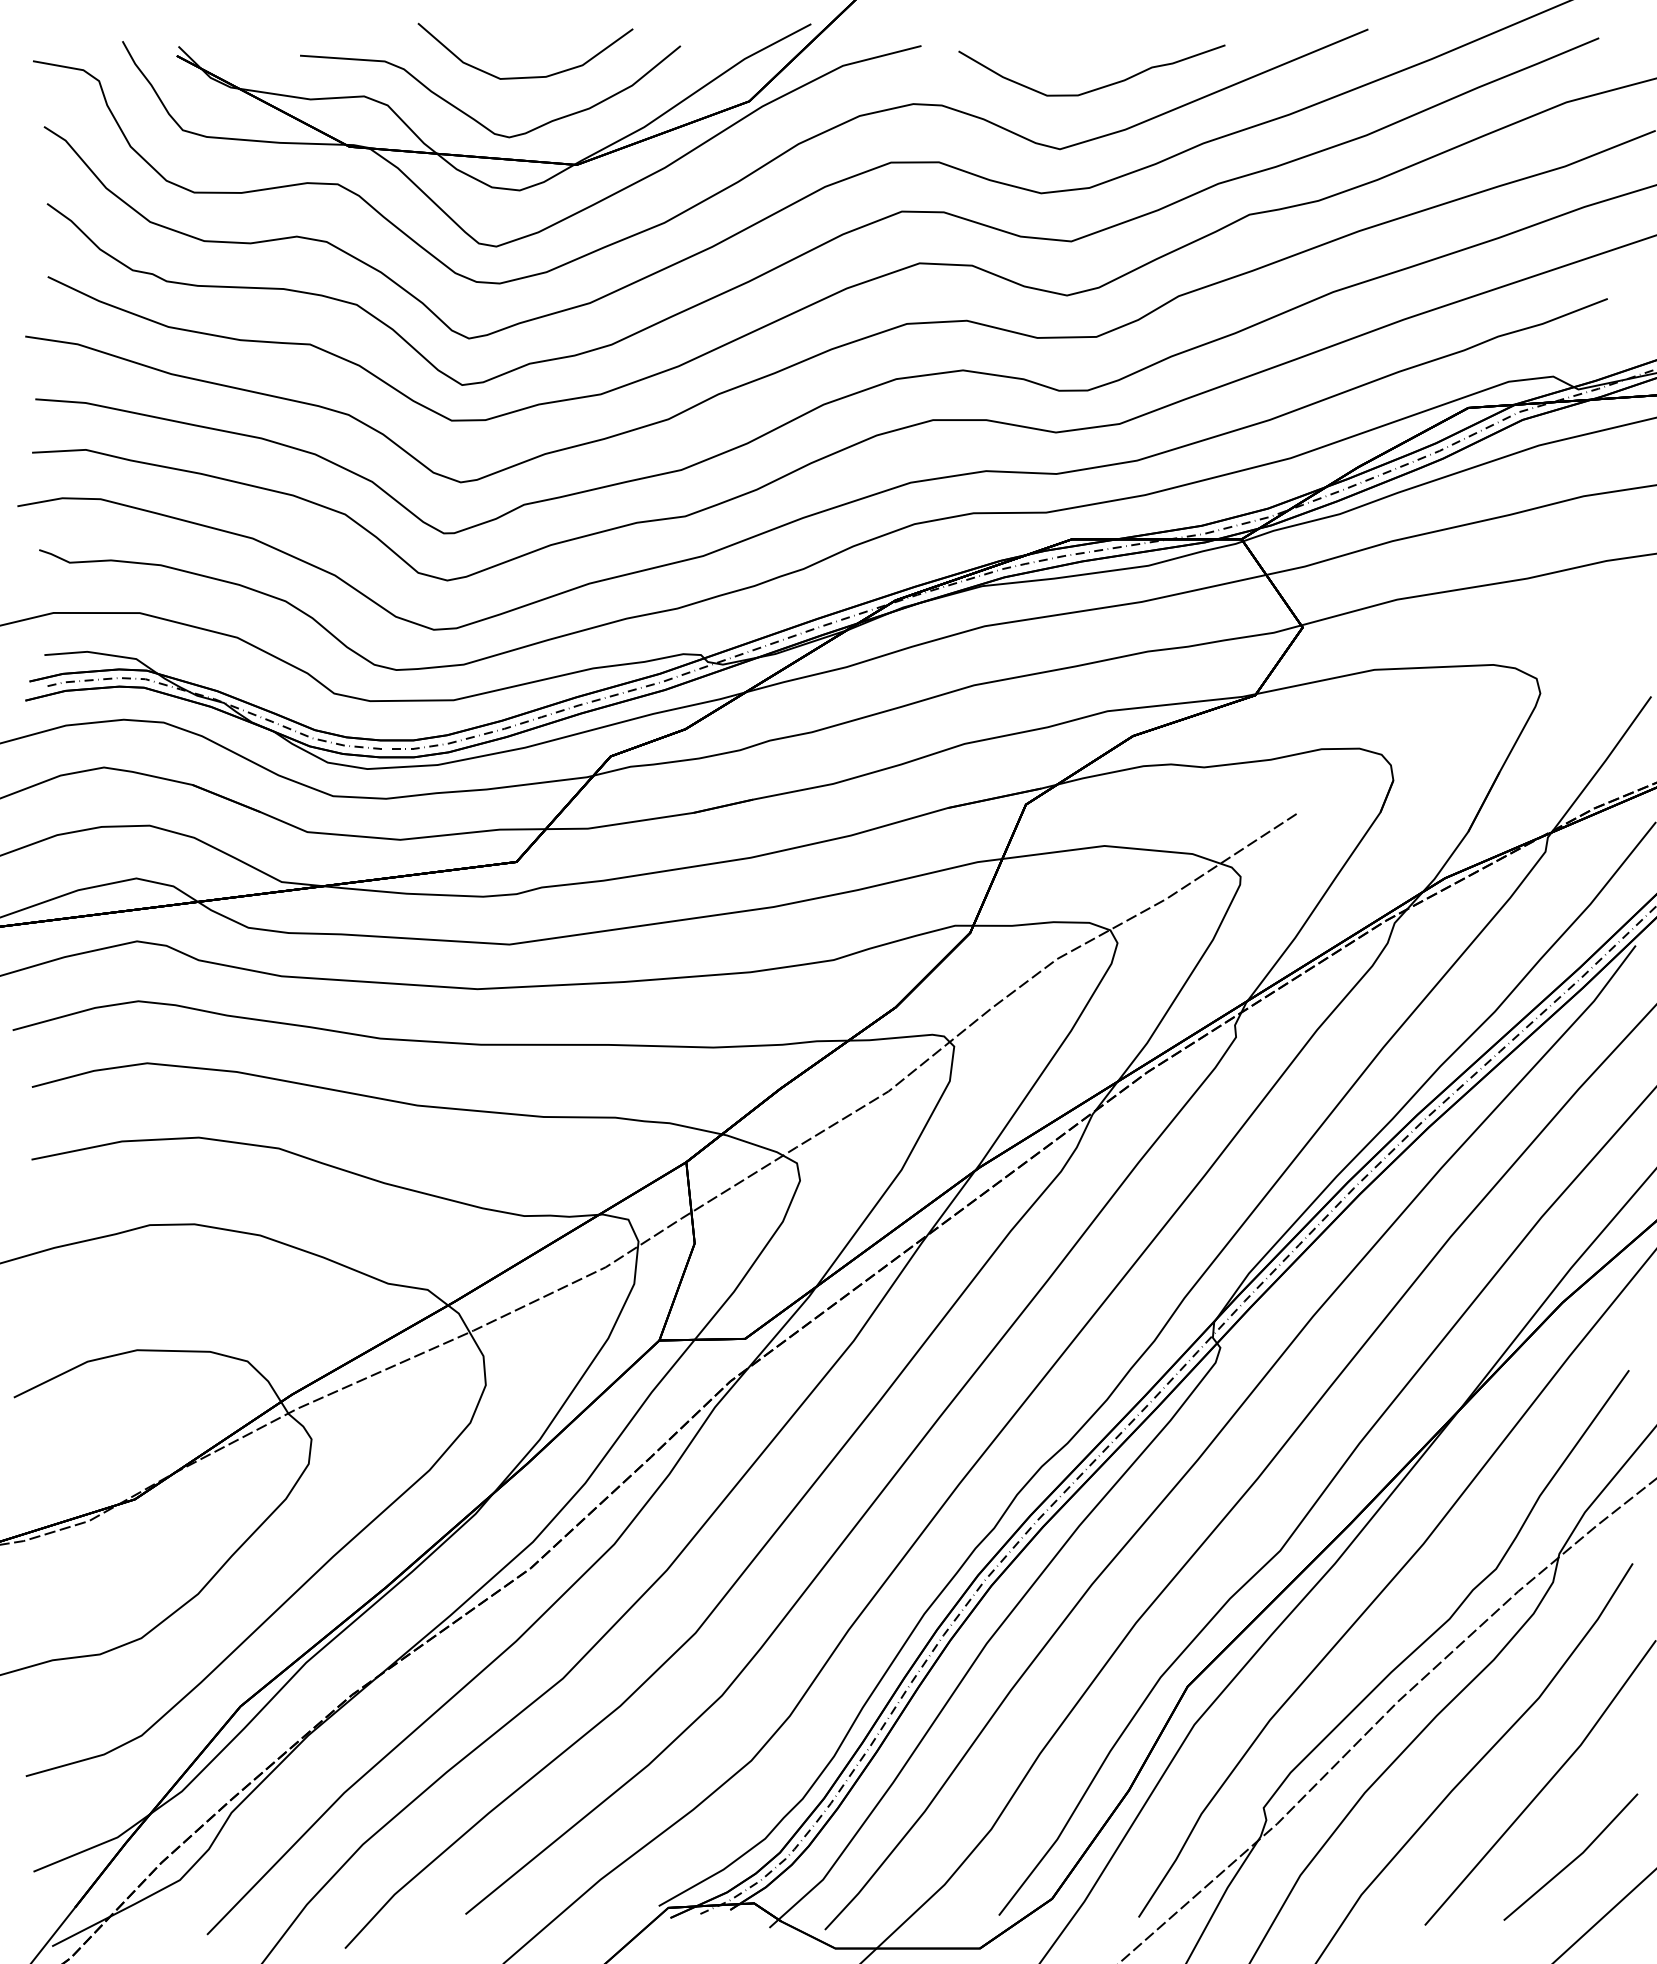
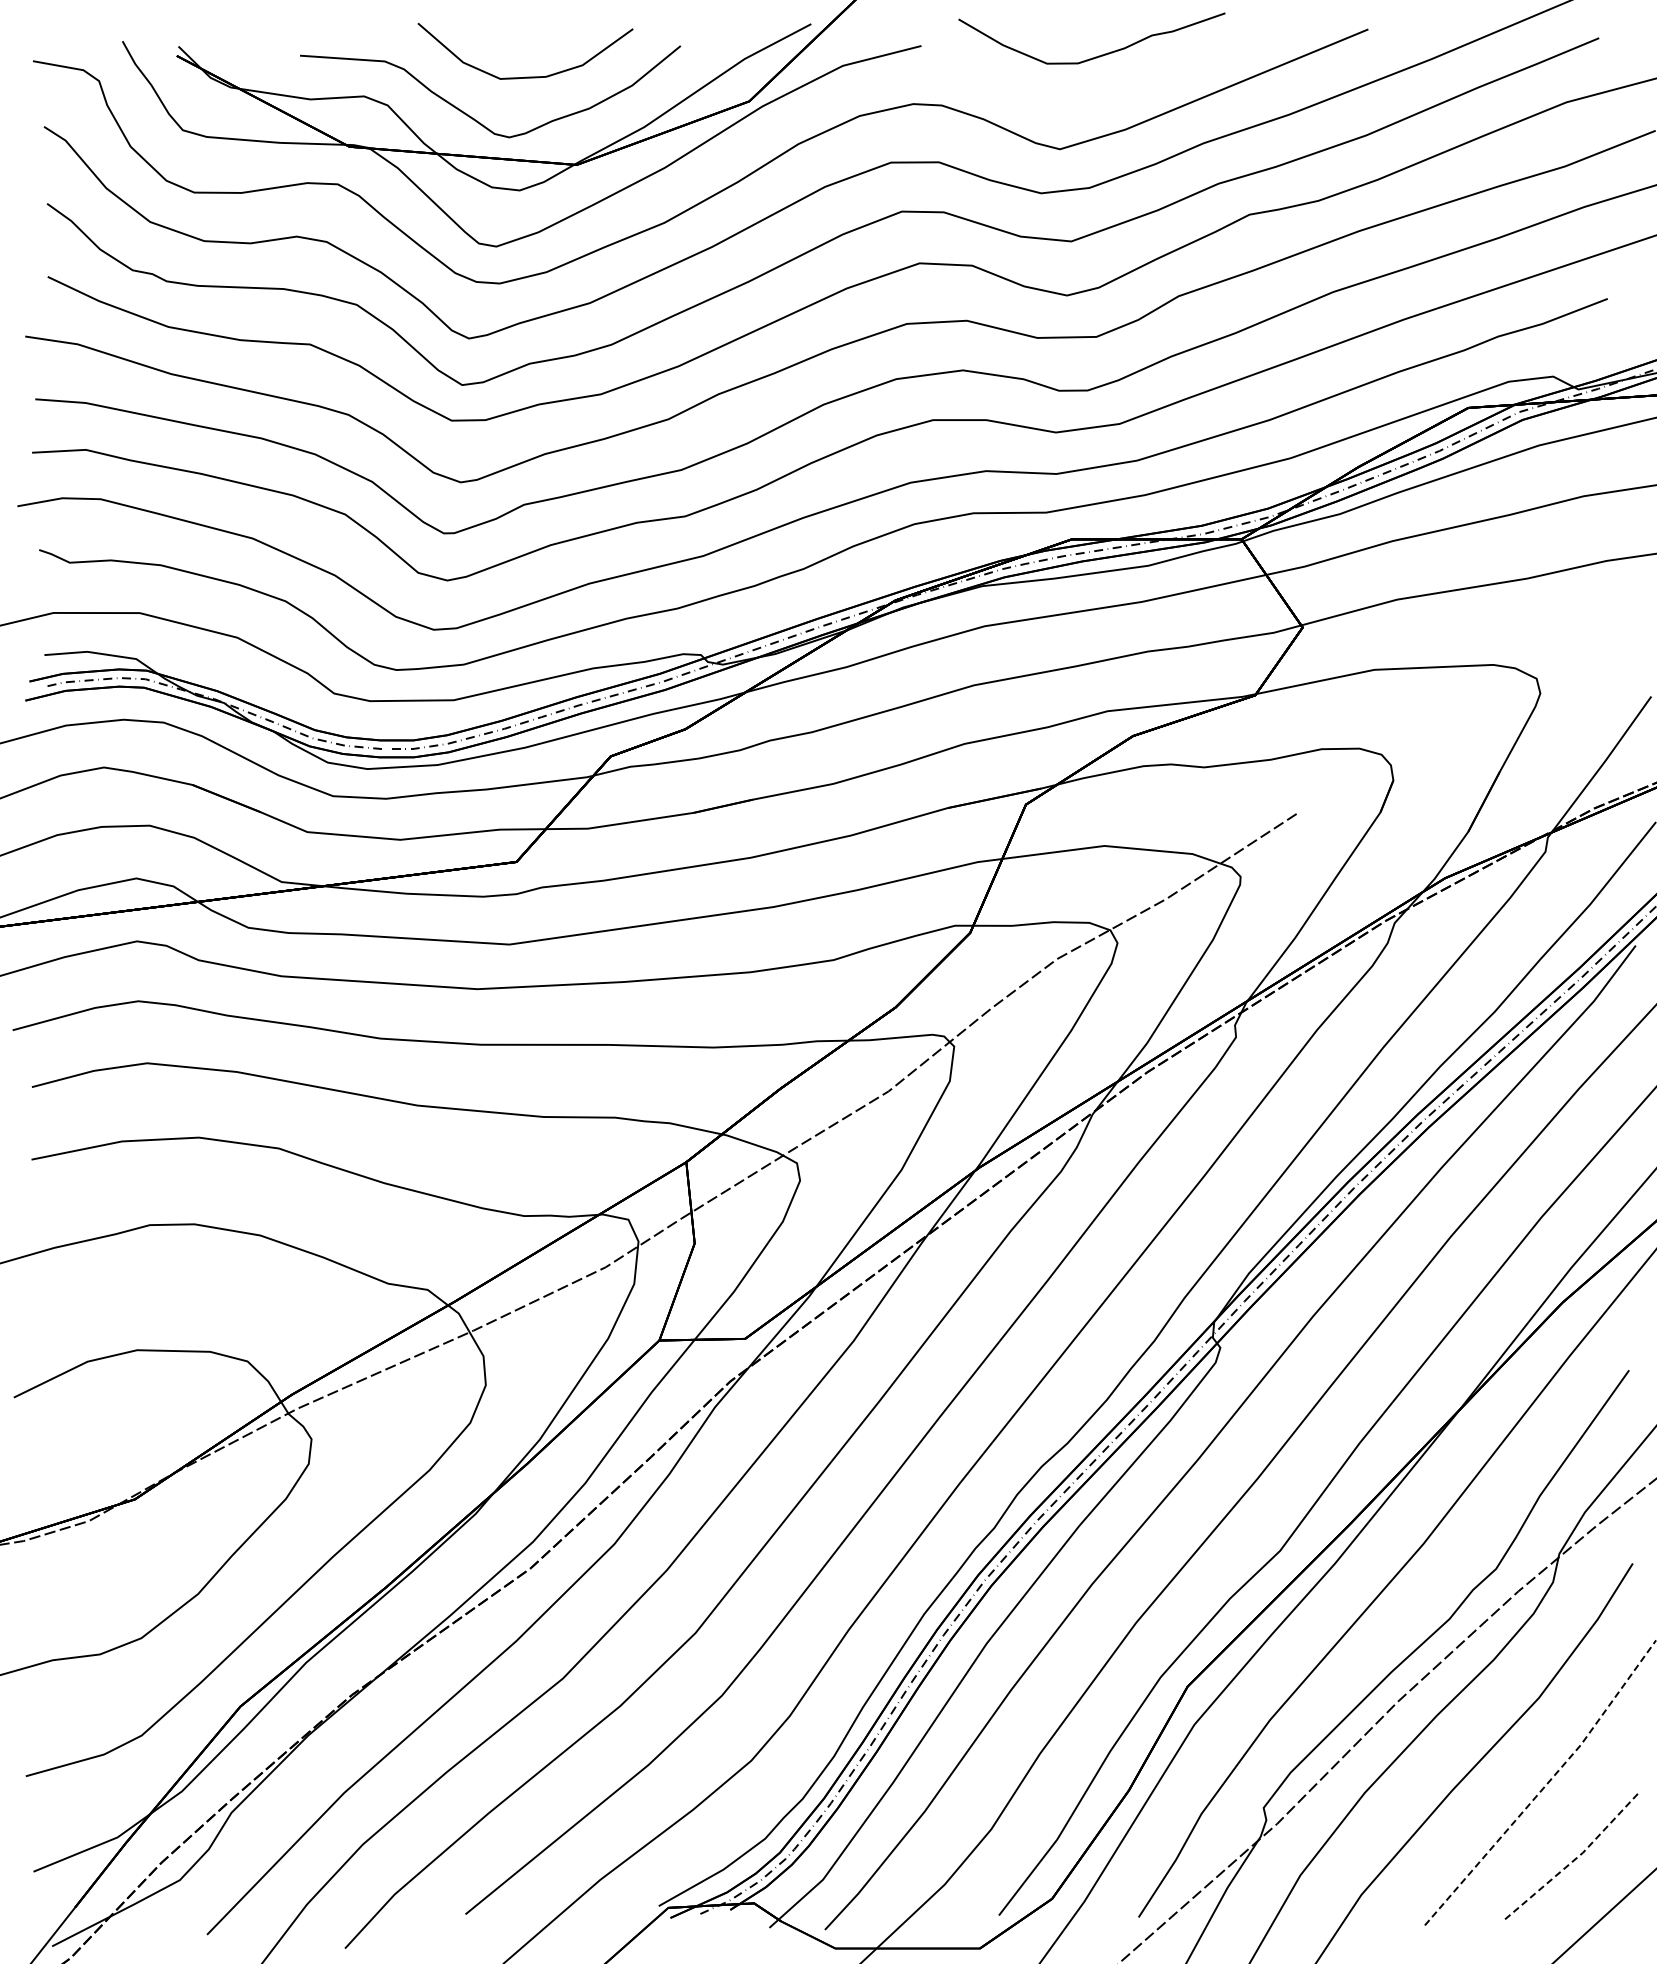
curve at (1098, 87) position: (1098, 87) -> (1098, 55)
line at (1545, 1785): solid -> dashed
line at (1574, 1860): solid -> dashed
